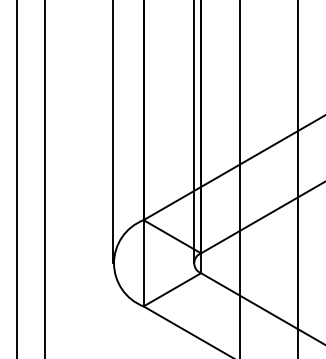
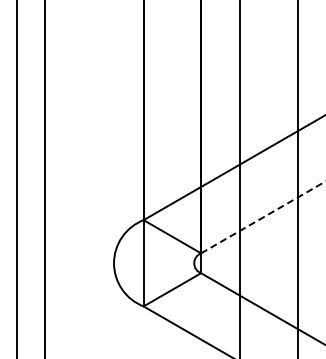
line at (112, 132): present -> none
line at (193, 132): present -> none
line at (263, 217): solid -> dashed
